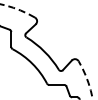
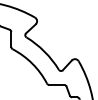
arc at (17, 9): dashed -> solid
arc at (87, 79): dashed -> solid
